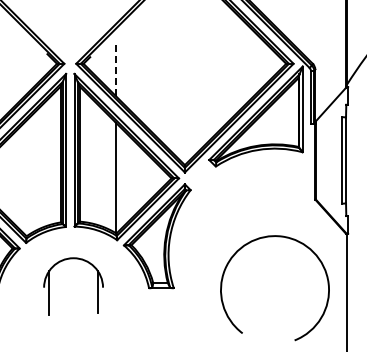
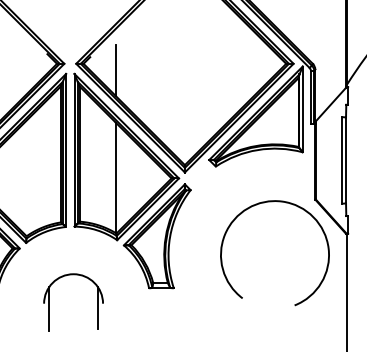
line at (115, 70): dashed -> solid
arc at (257, 240) position: (257, 240) -> (257, 205)
part at (49, 286) position: (49, 286) -> (49, 302)
